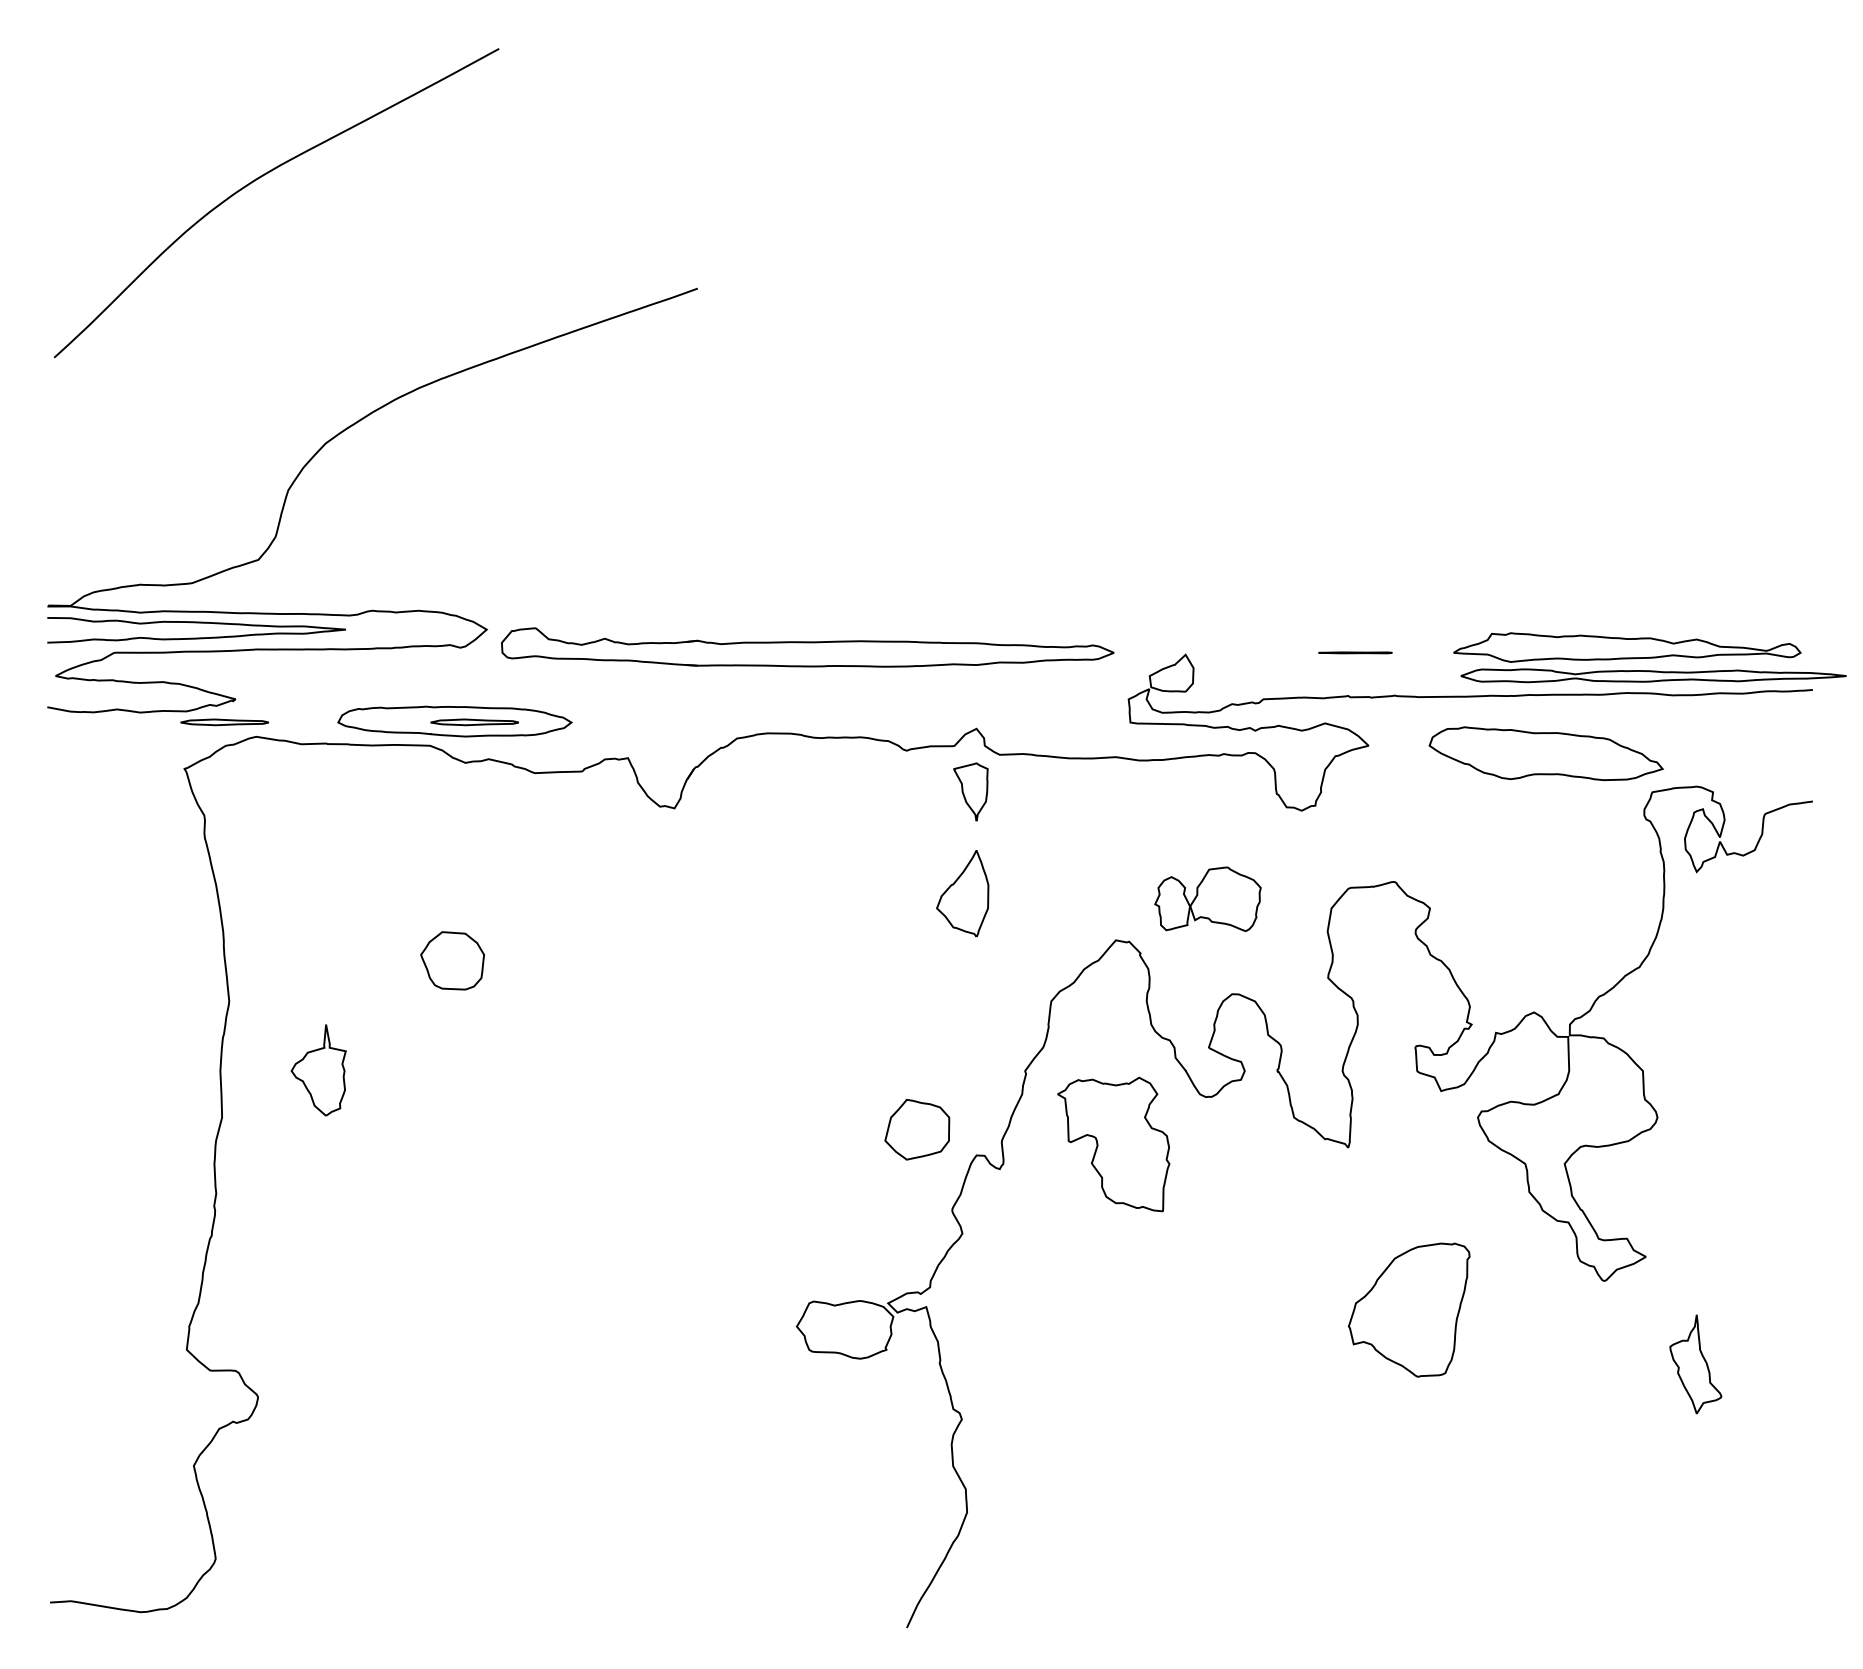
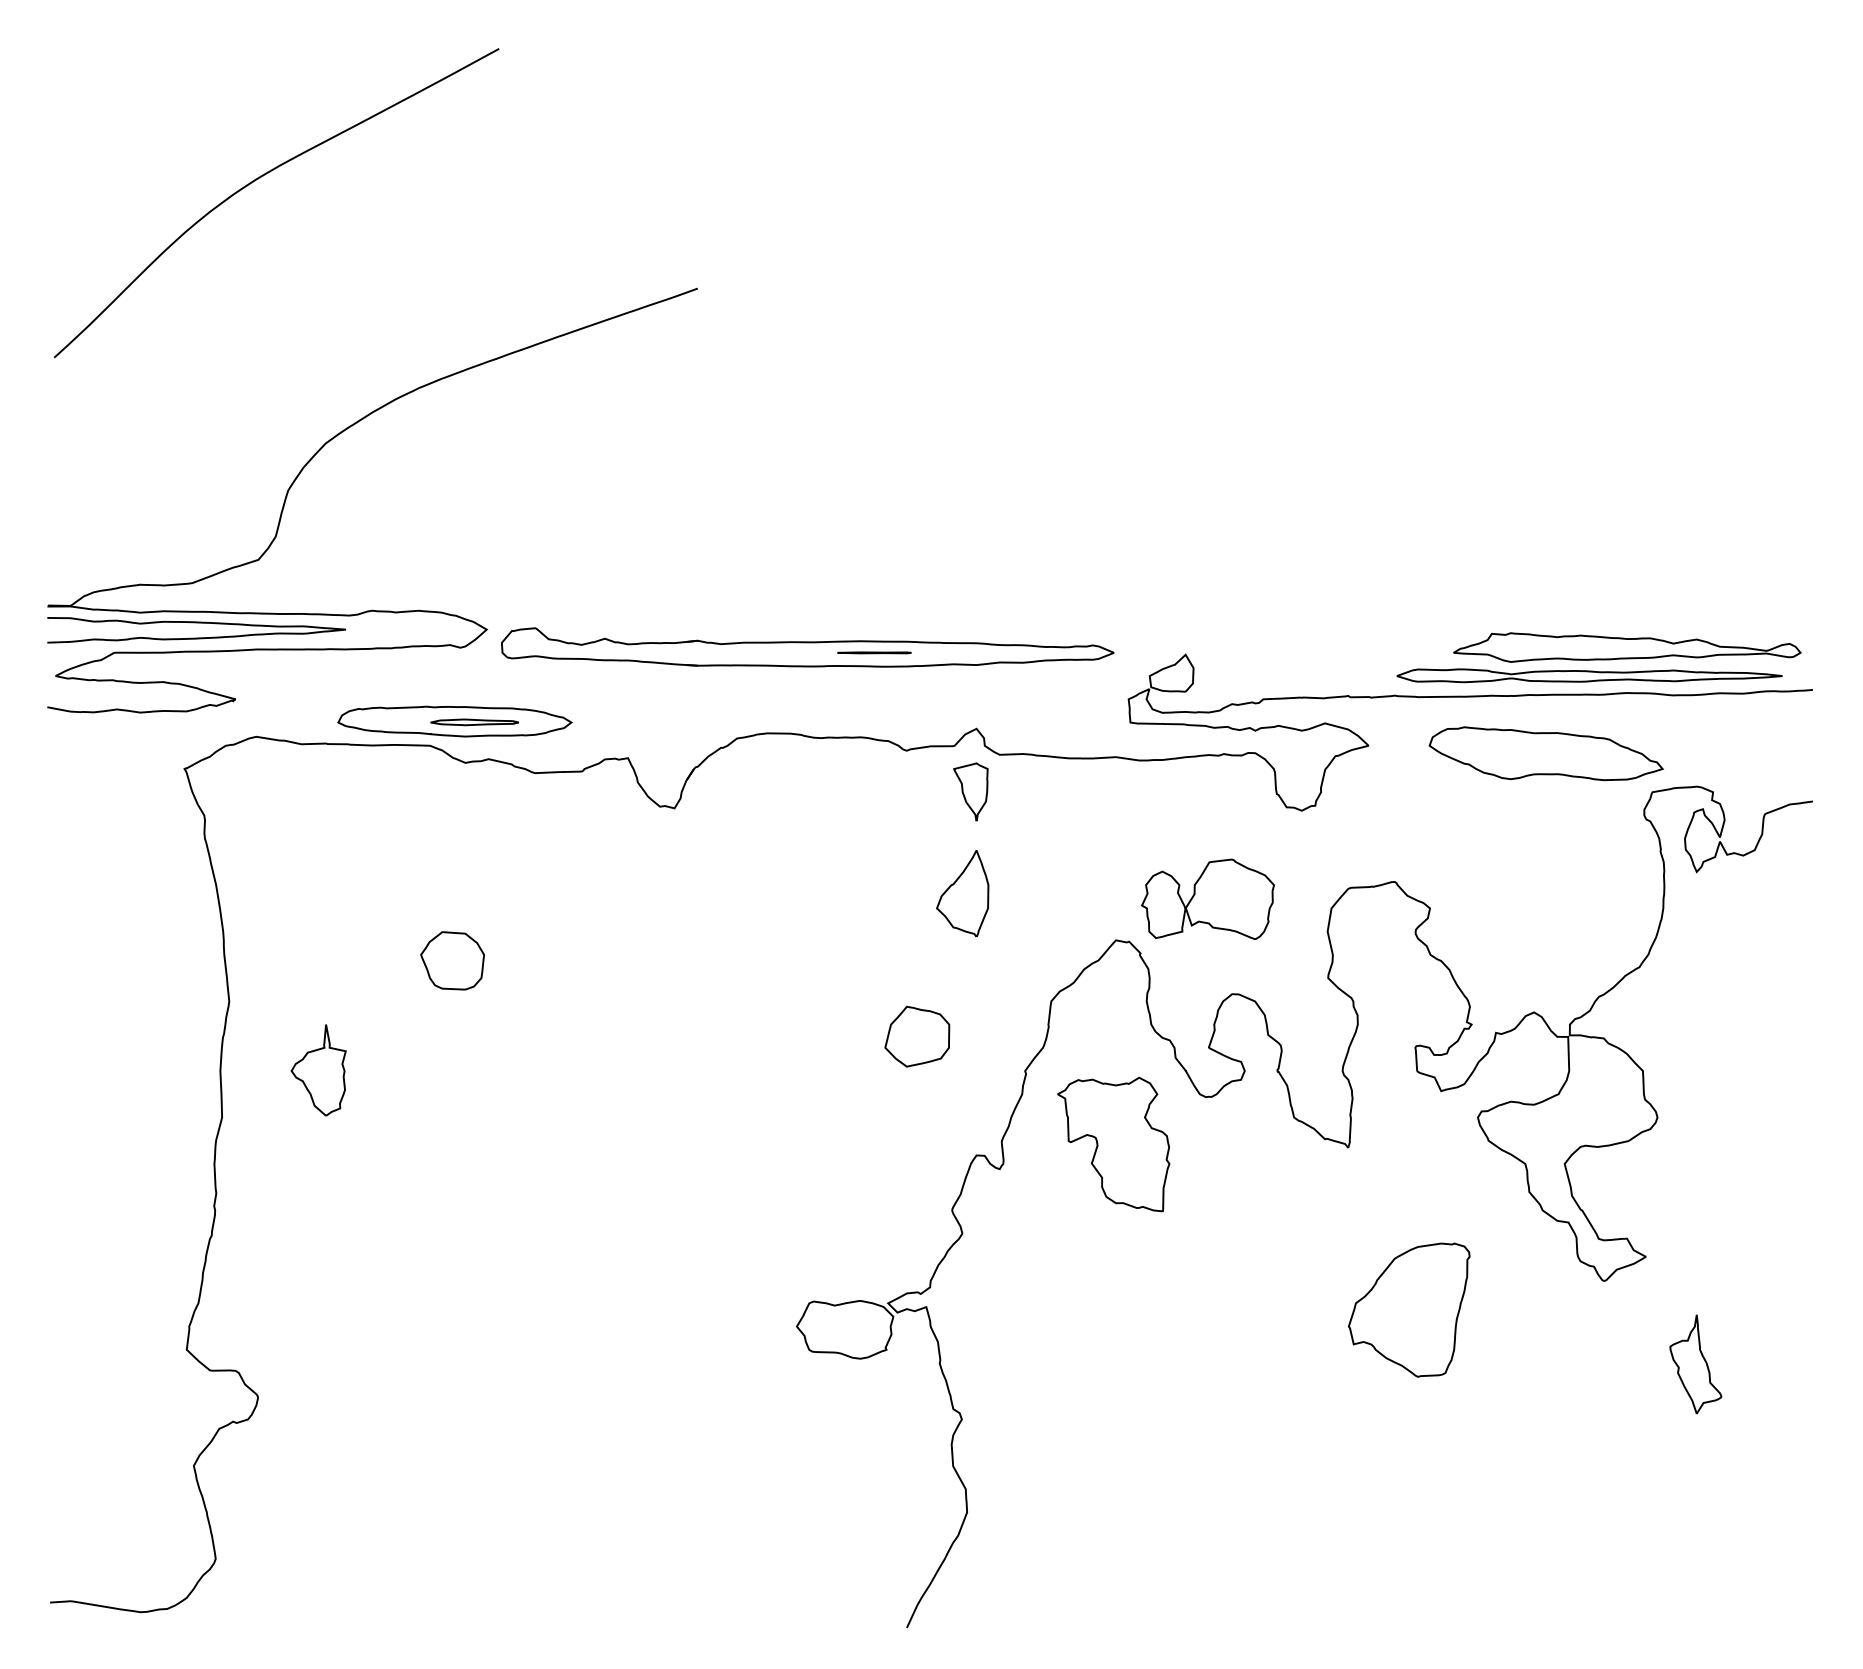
line at (1355, 652) position: (1355, 652) -> (874, 652)
part at (1653, 675) position: (1653, 675) -> (1589, 675)
part at (224, 722): present -> none
part at (1207, 898) size: 108x66 px -> 134x82 px
part at (917, 1129) position: (917, 1129) -> (917, 1036)
